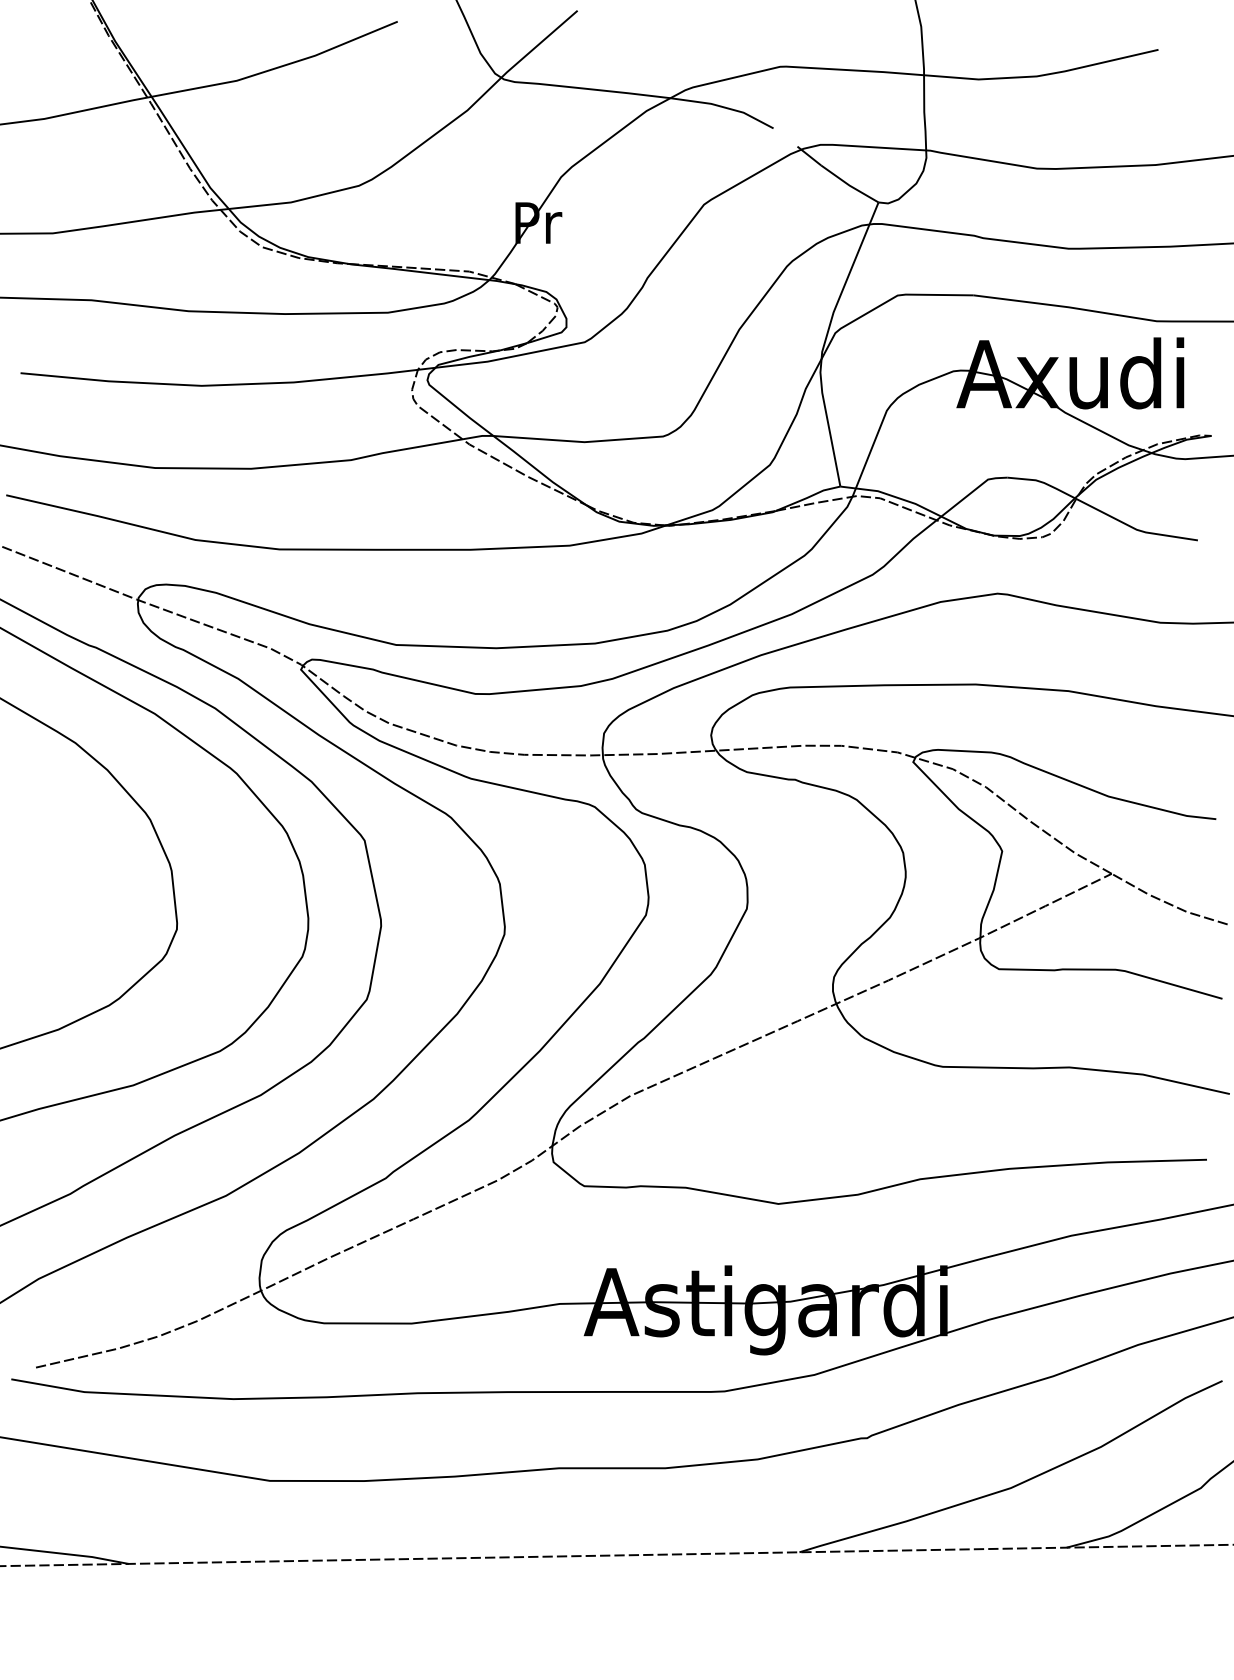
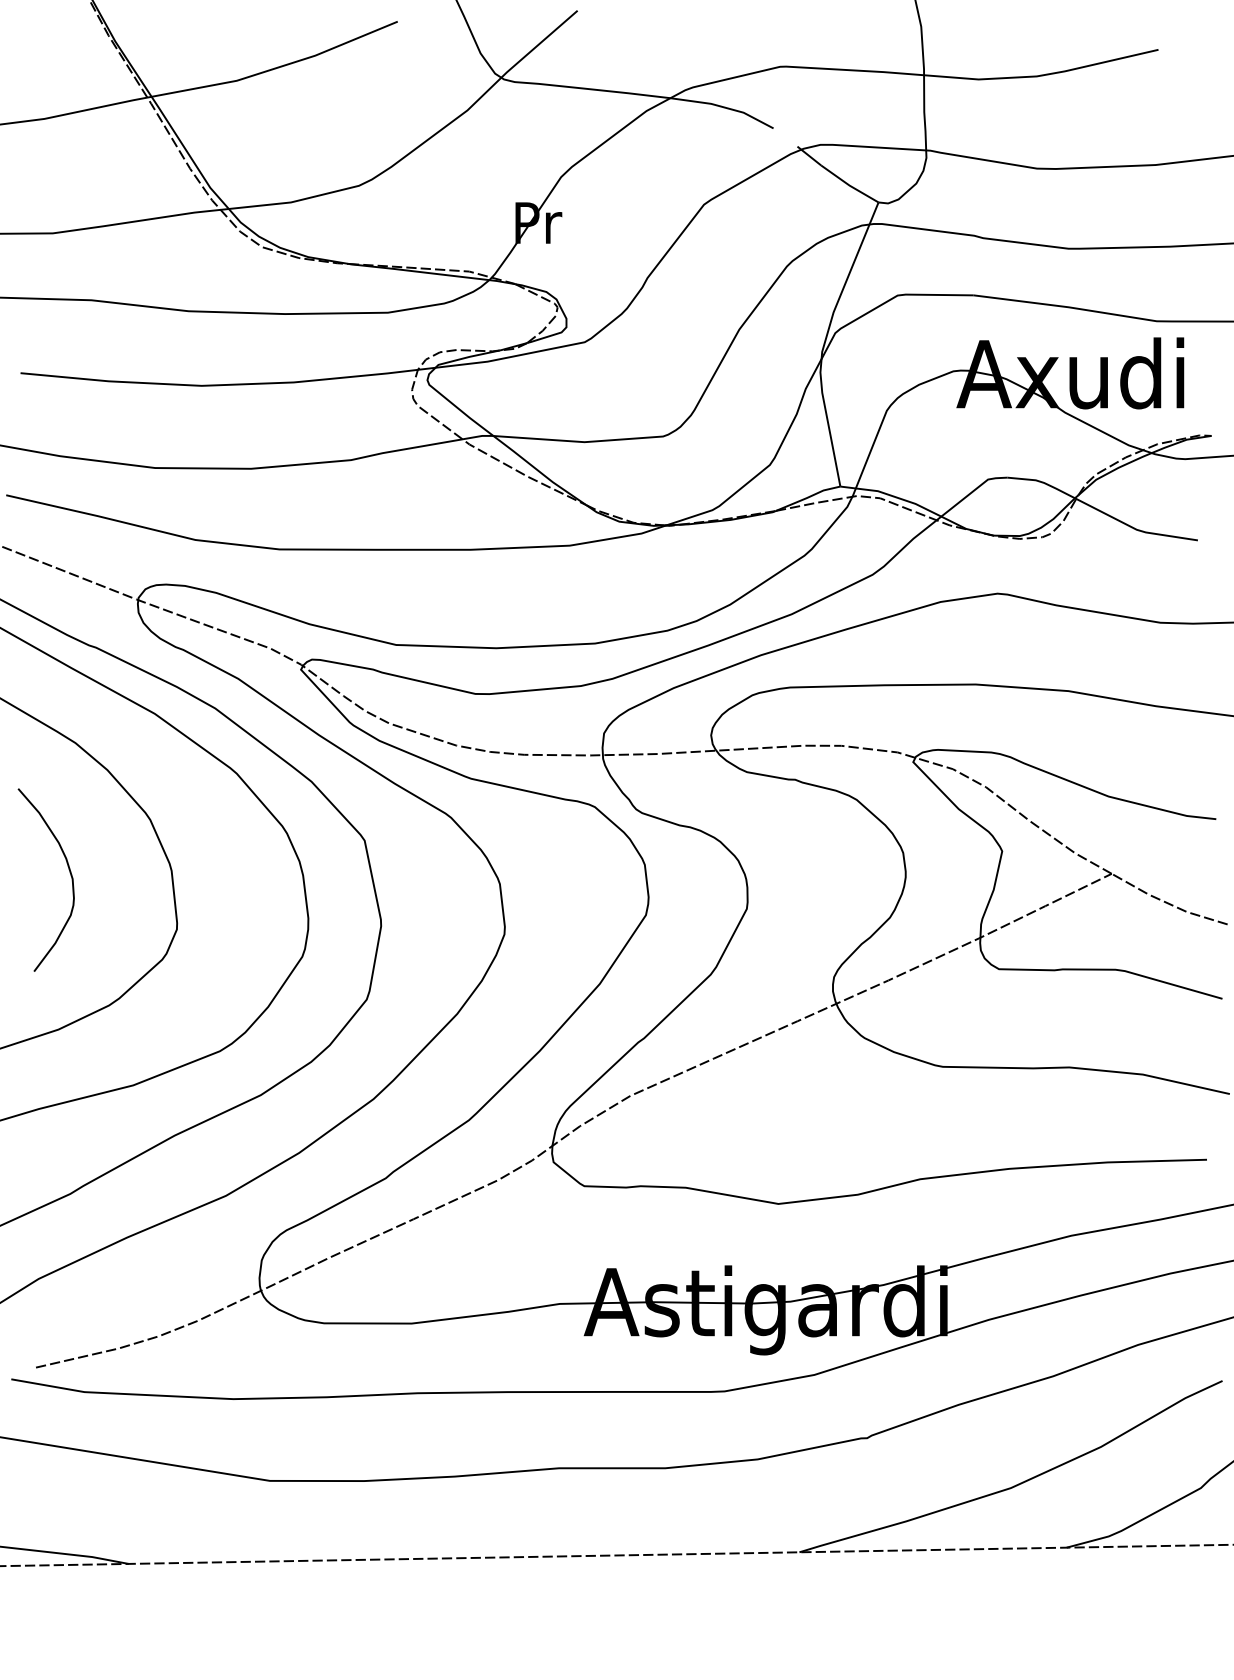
curve at (69, 872): none -> present
